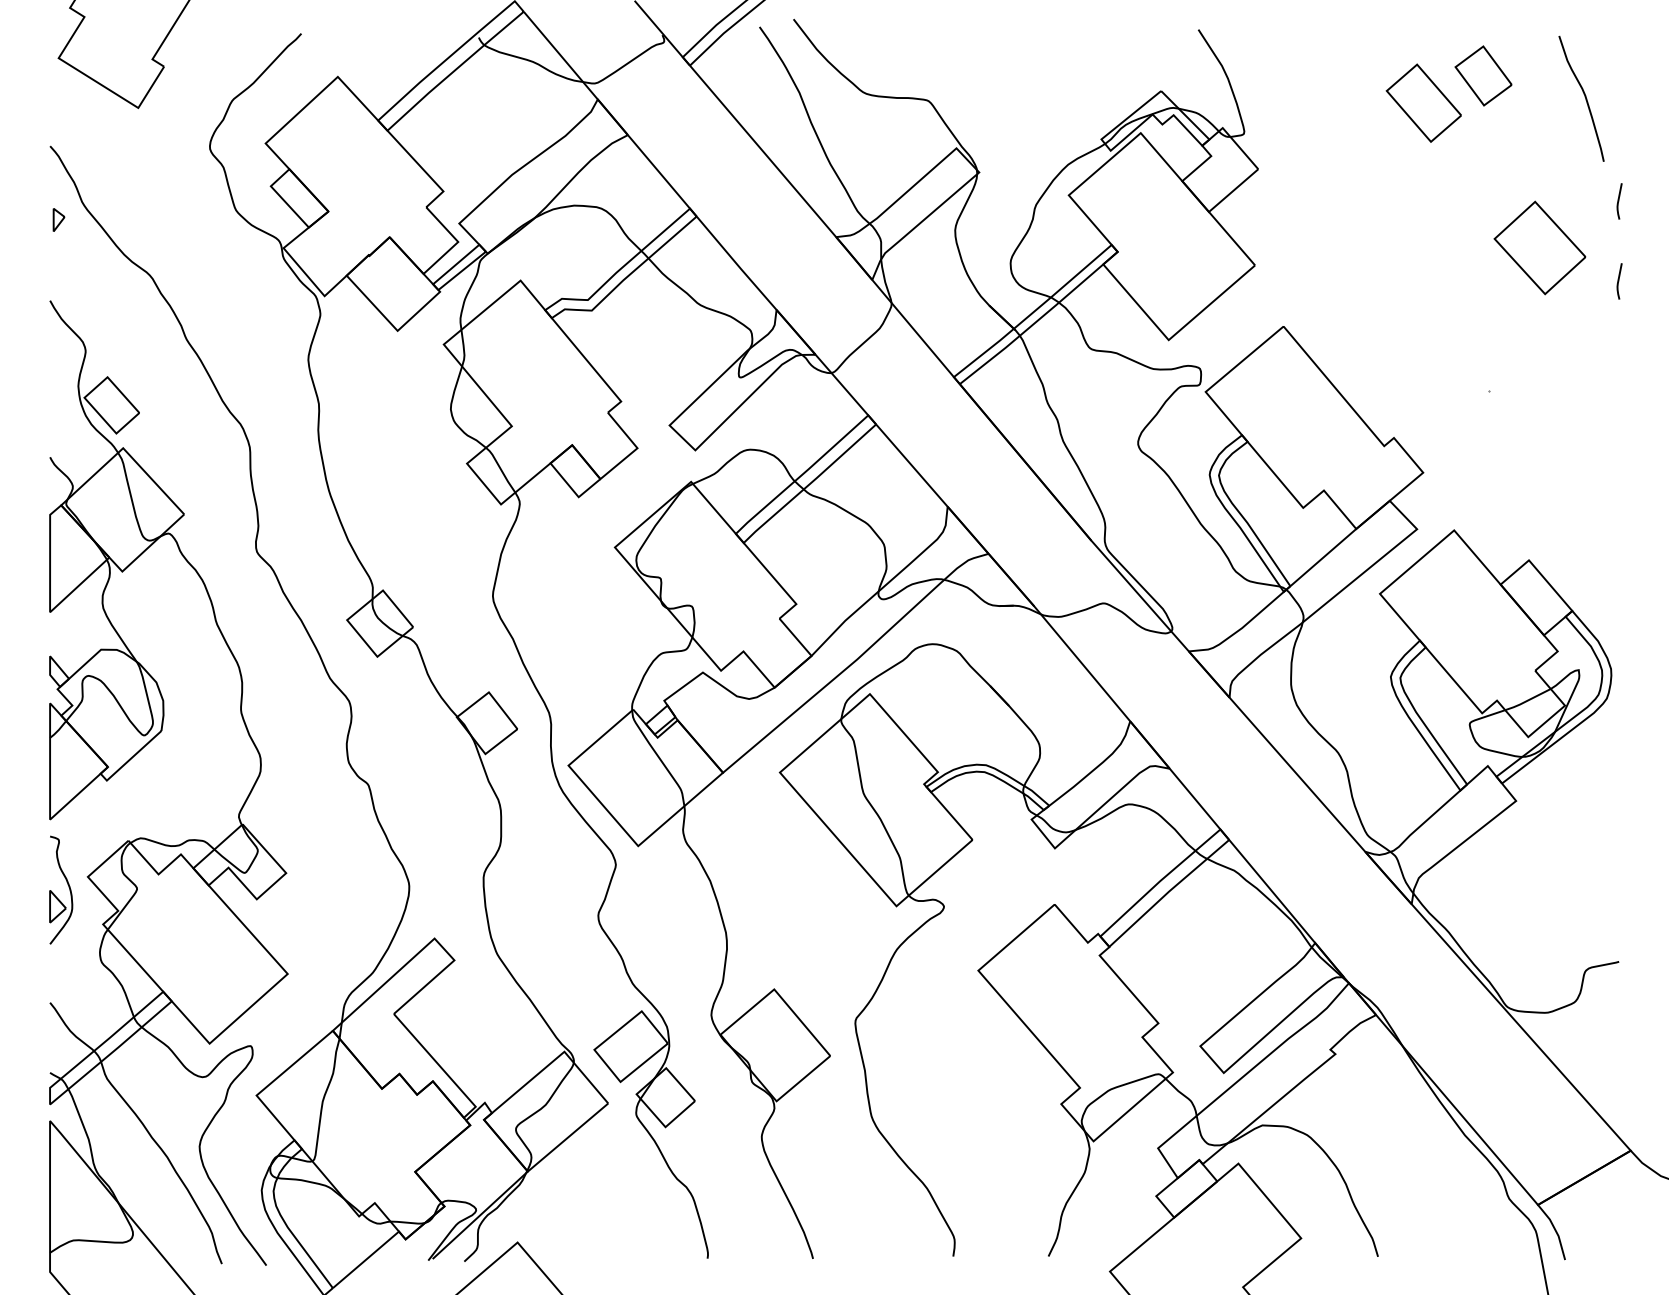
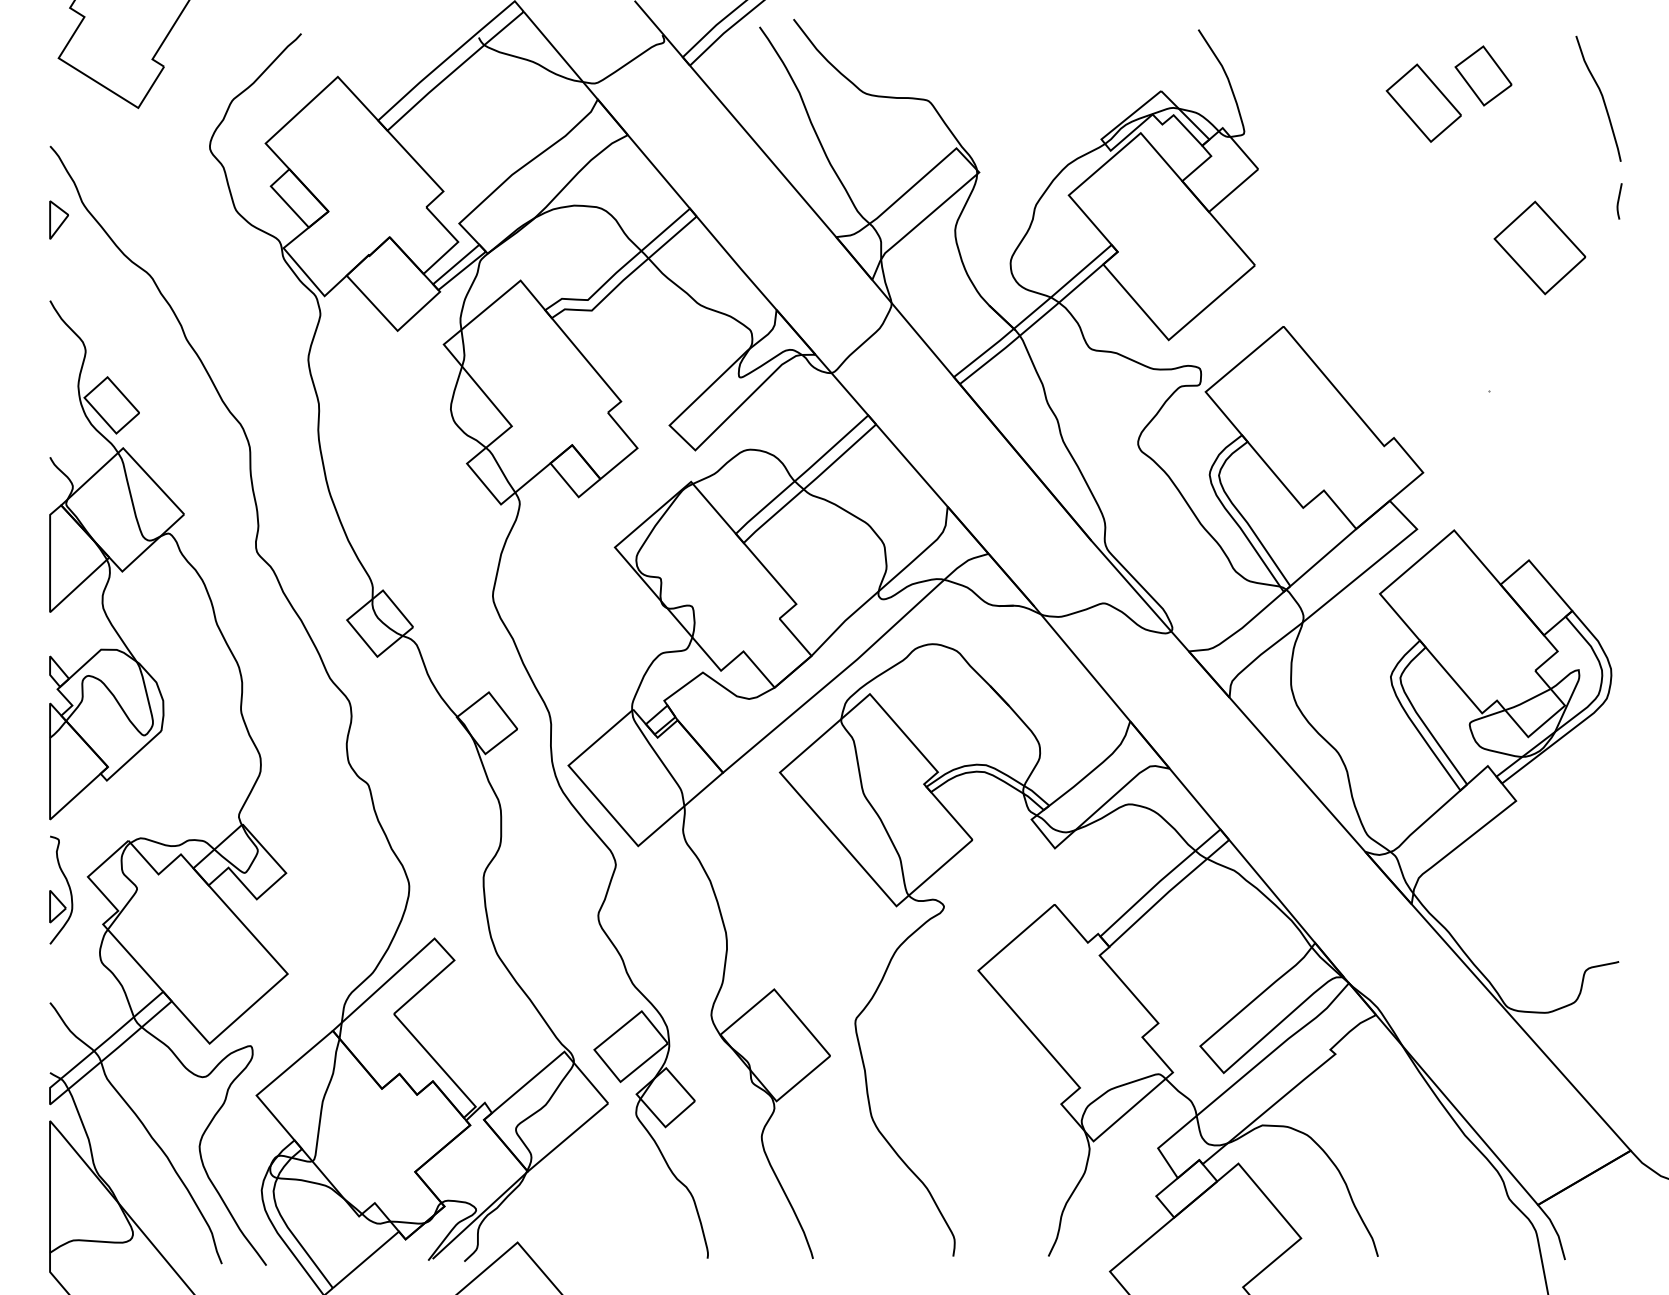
curve at (1584, 97) position: (1584, 97) -> (1601, 97)
part at (58, 219) size: 14x24 px -> 20x40 px
curve at (1619, 281): present -> none
